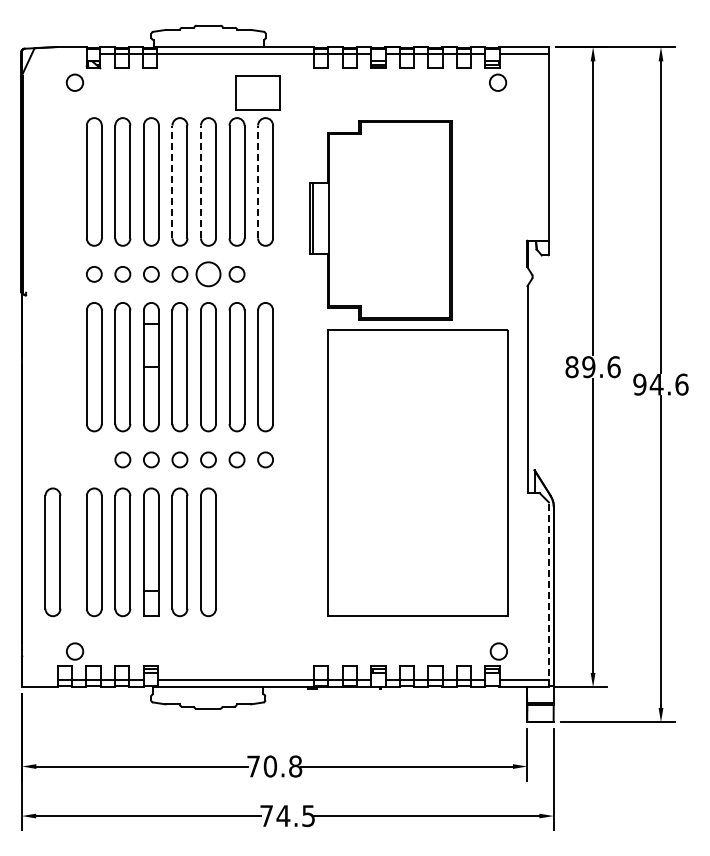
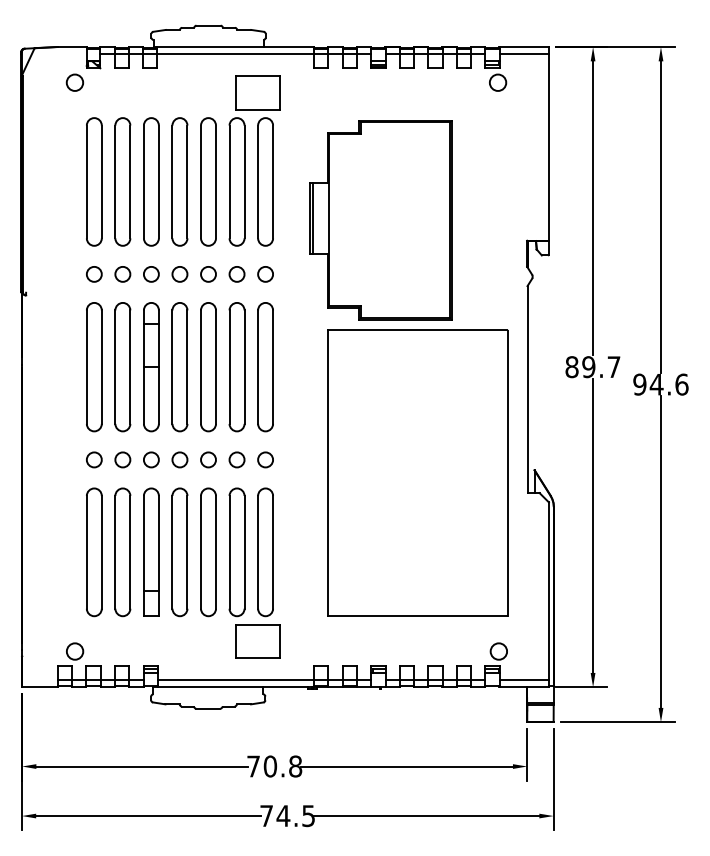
line at (172, 181): dashed -> solid
line at (201, 181): dashed -> solid
line at (258, 181): dashed -> solid
circle at (208, 274) size: 27x27 px -> 17x17 px
circle at (265, 274): none -> present
text at (613, 367): 89.6 -> 89.7
circle at (94, 459): none -> present
part at (52, 552): present -> none
part at (254, 572): none -> present
line at (548, 594): dashed -> solid
